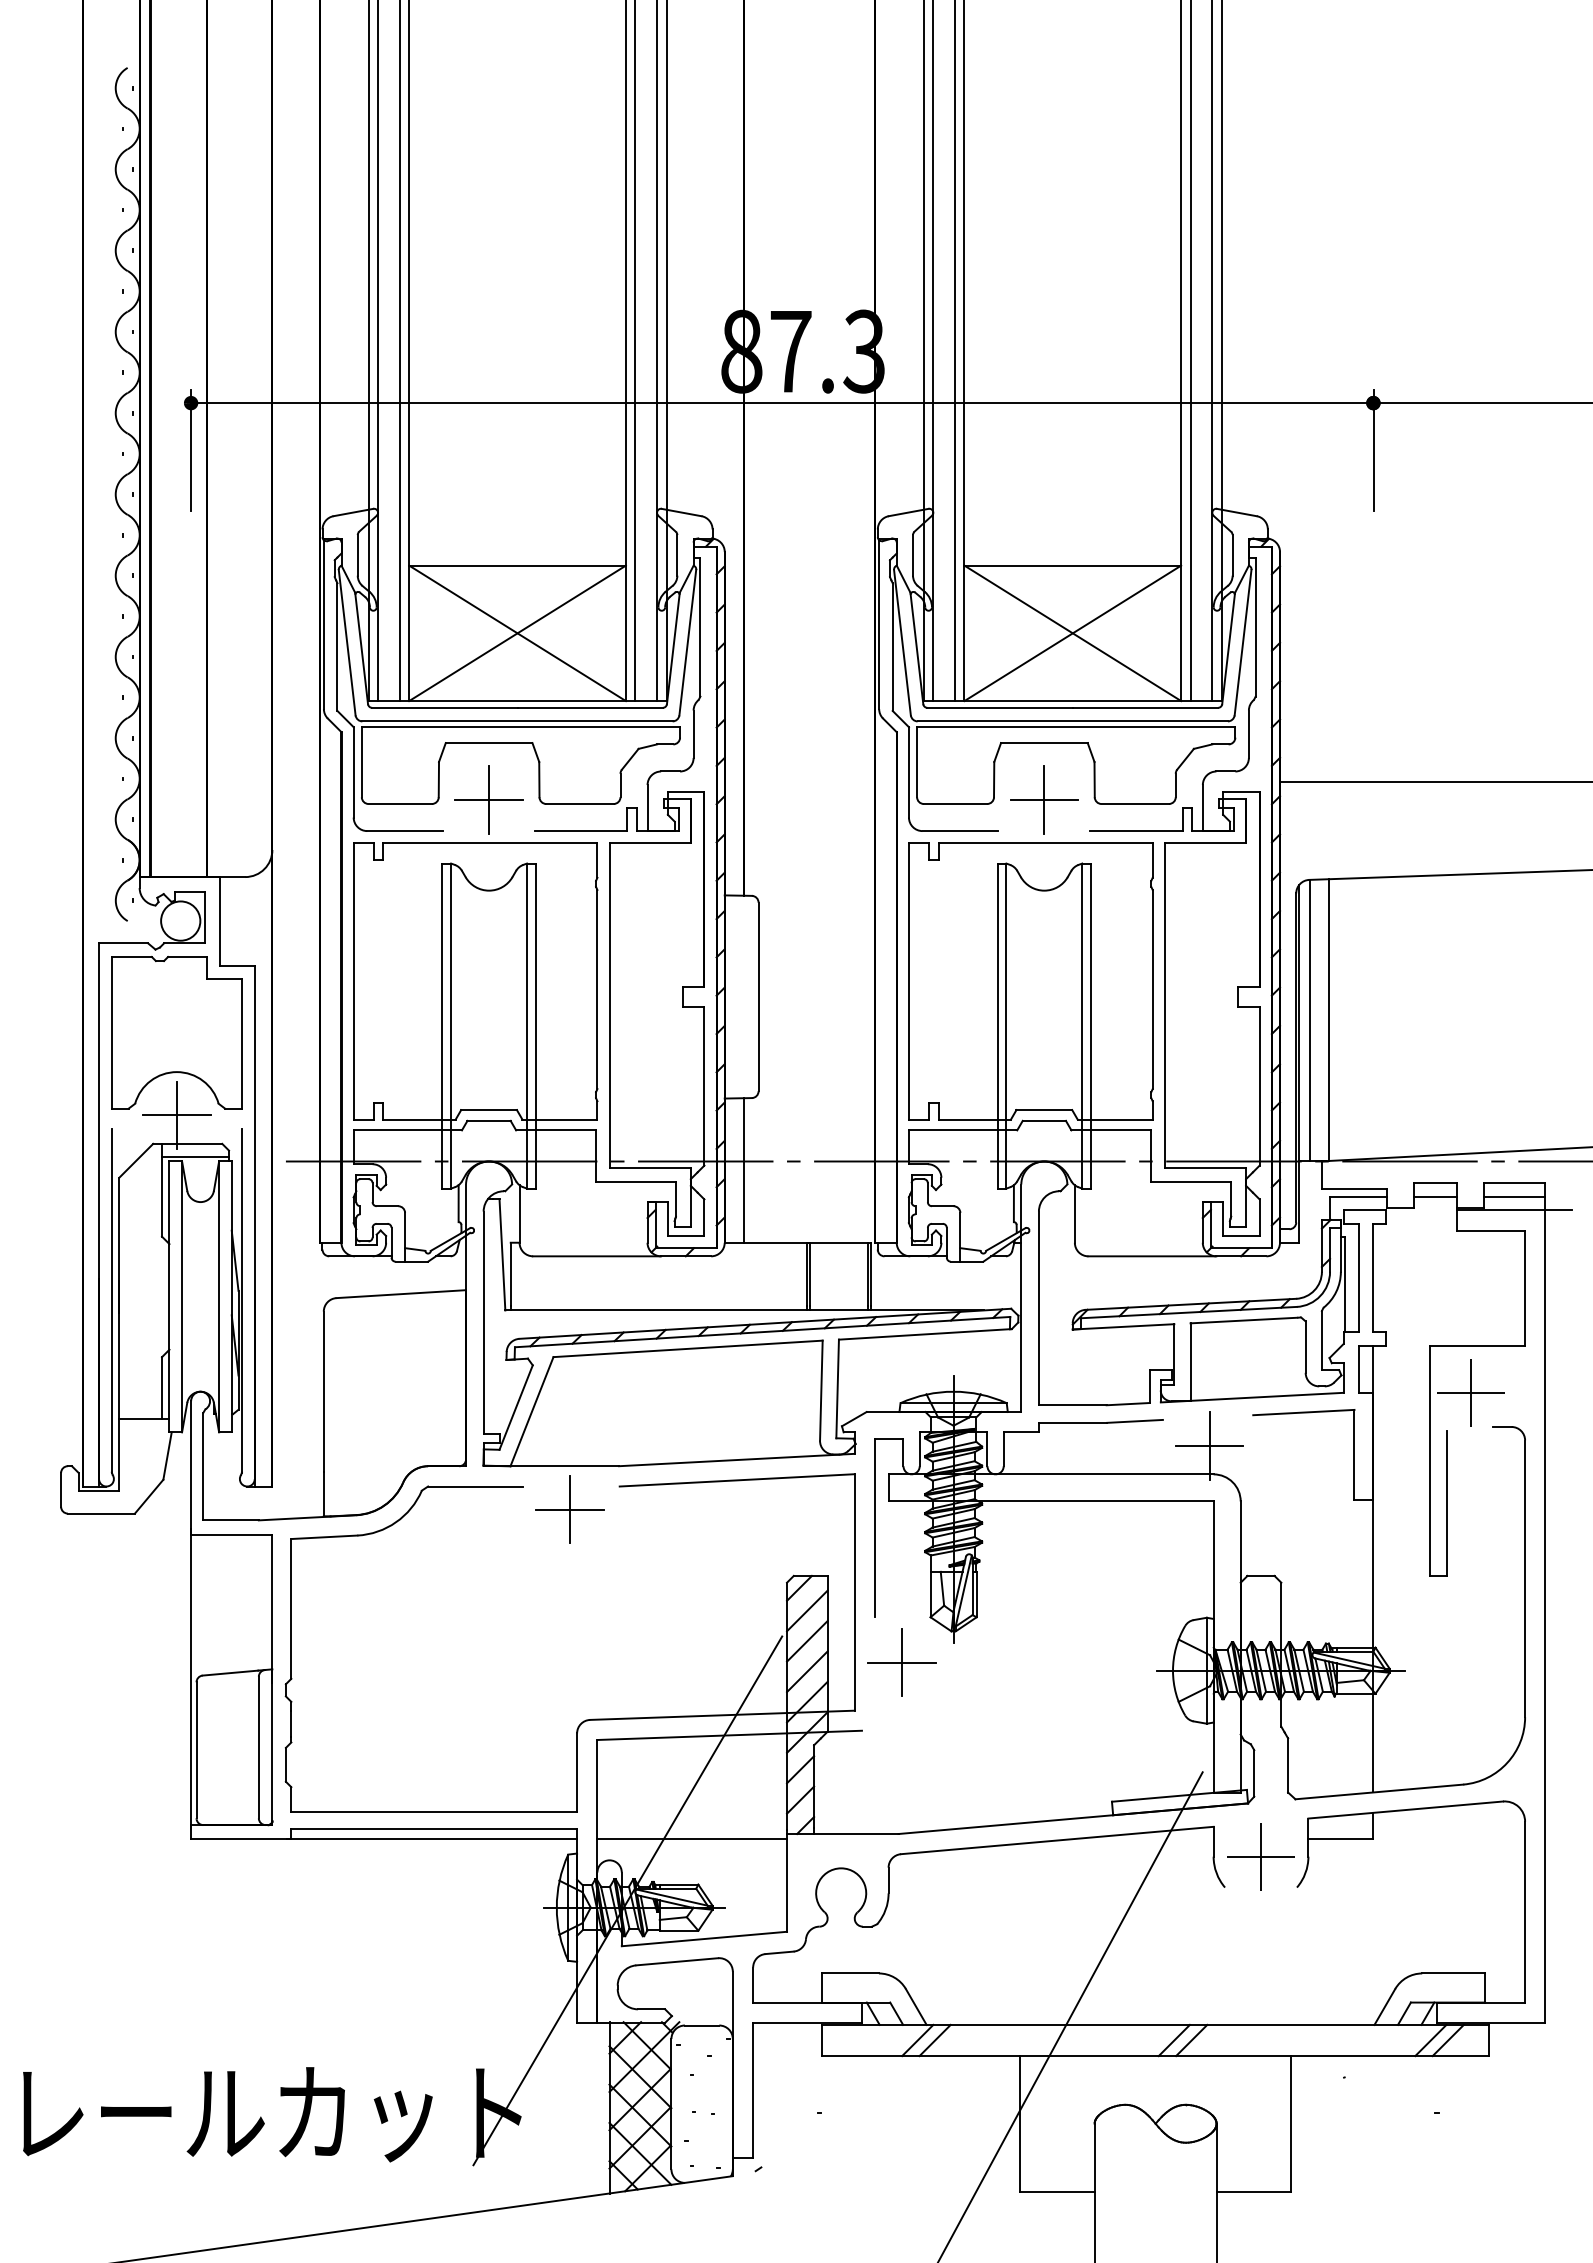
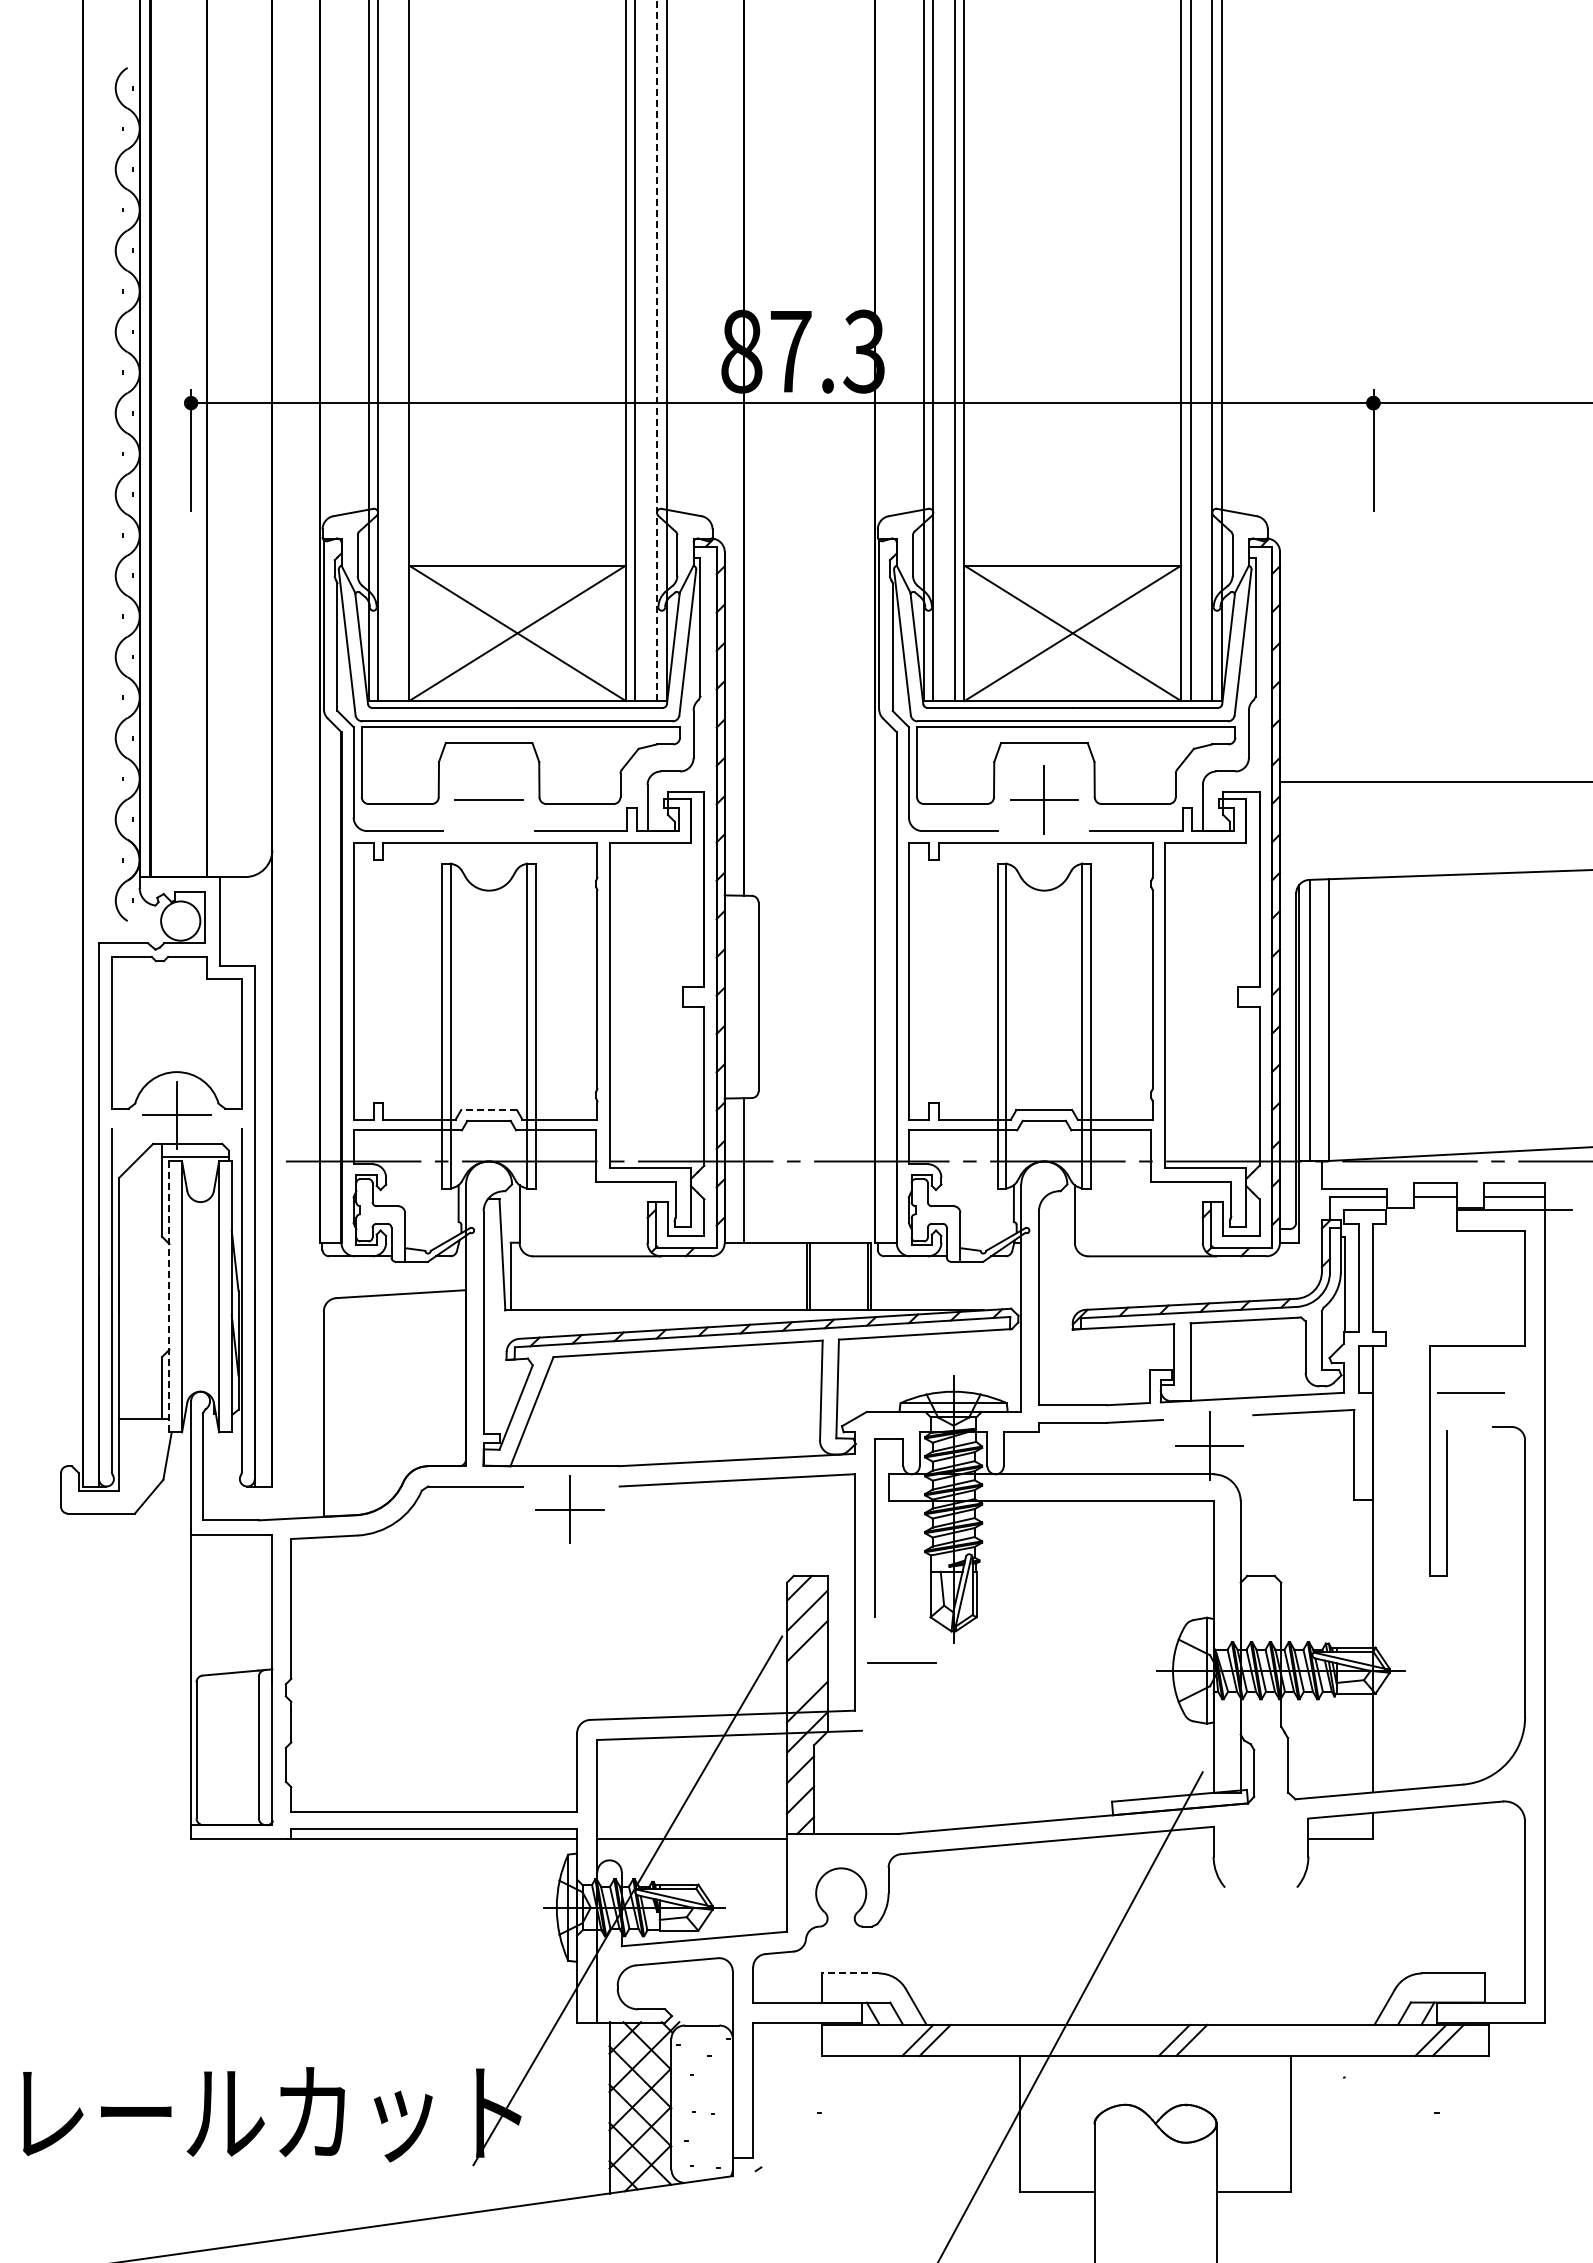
line at (657, 350): solid -> dashed
line at (399, 351): present -> none
line at (489, 799): present -> none
line at (489, 1110): solid -> dashed
line at (169, 1297): solid -> dashed
line at (1470, 1392): present -> none
line at (902, 1662): present -> none
line at (807, 1671): present -> none
part at (1260, 1856): present -> none
line at (850, 1973): solid -> dashed
